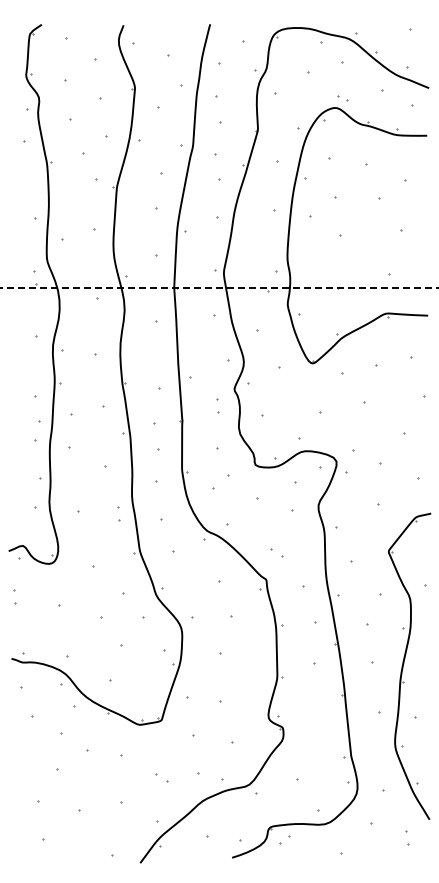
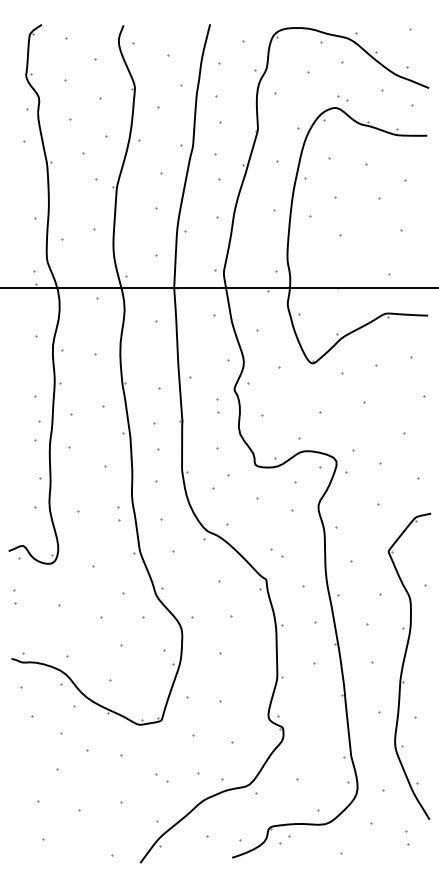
line at (219, 288): dashed -> solid
